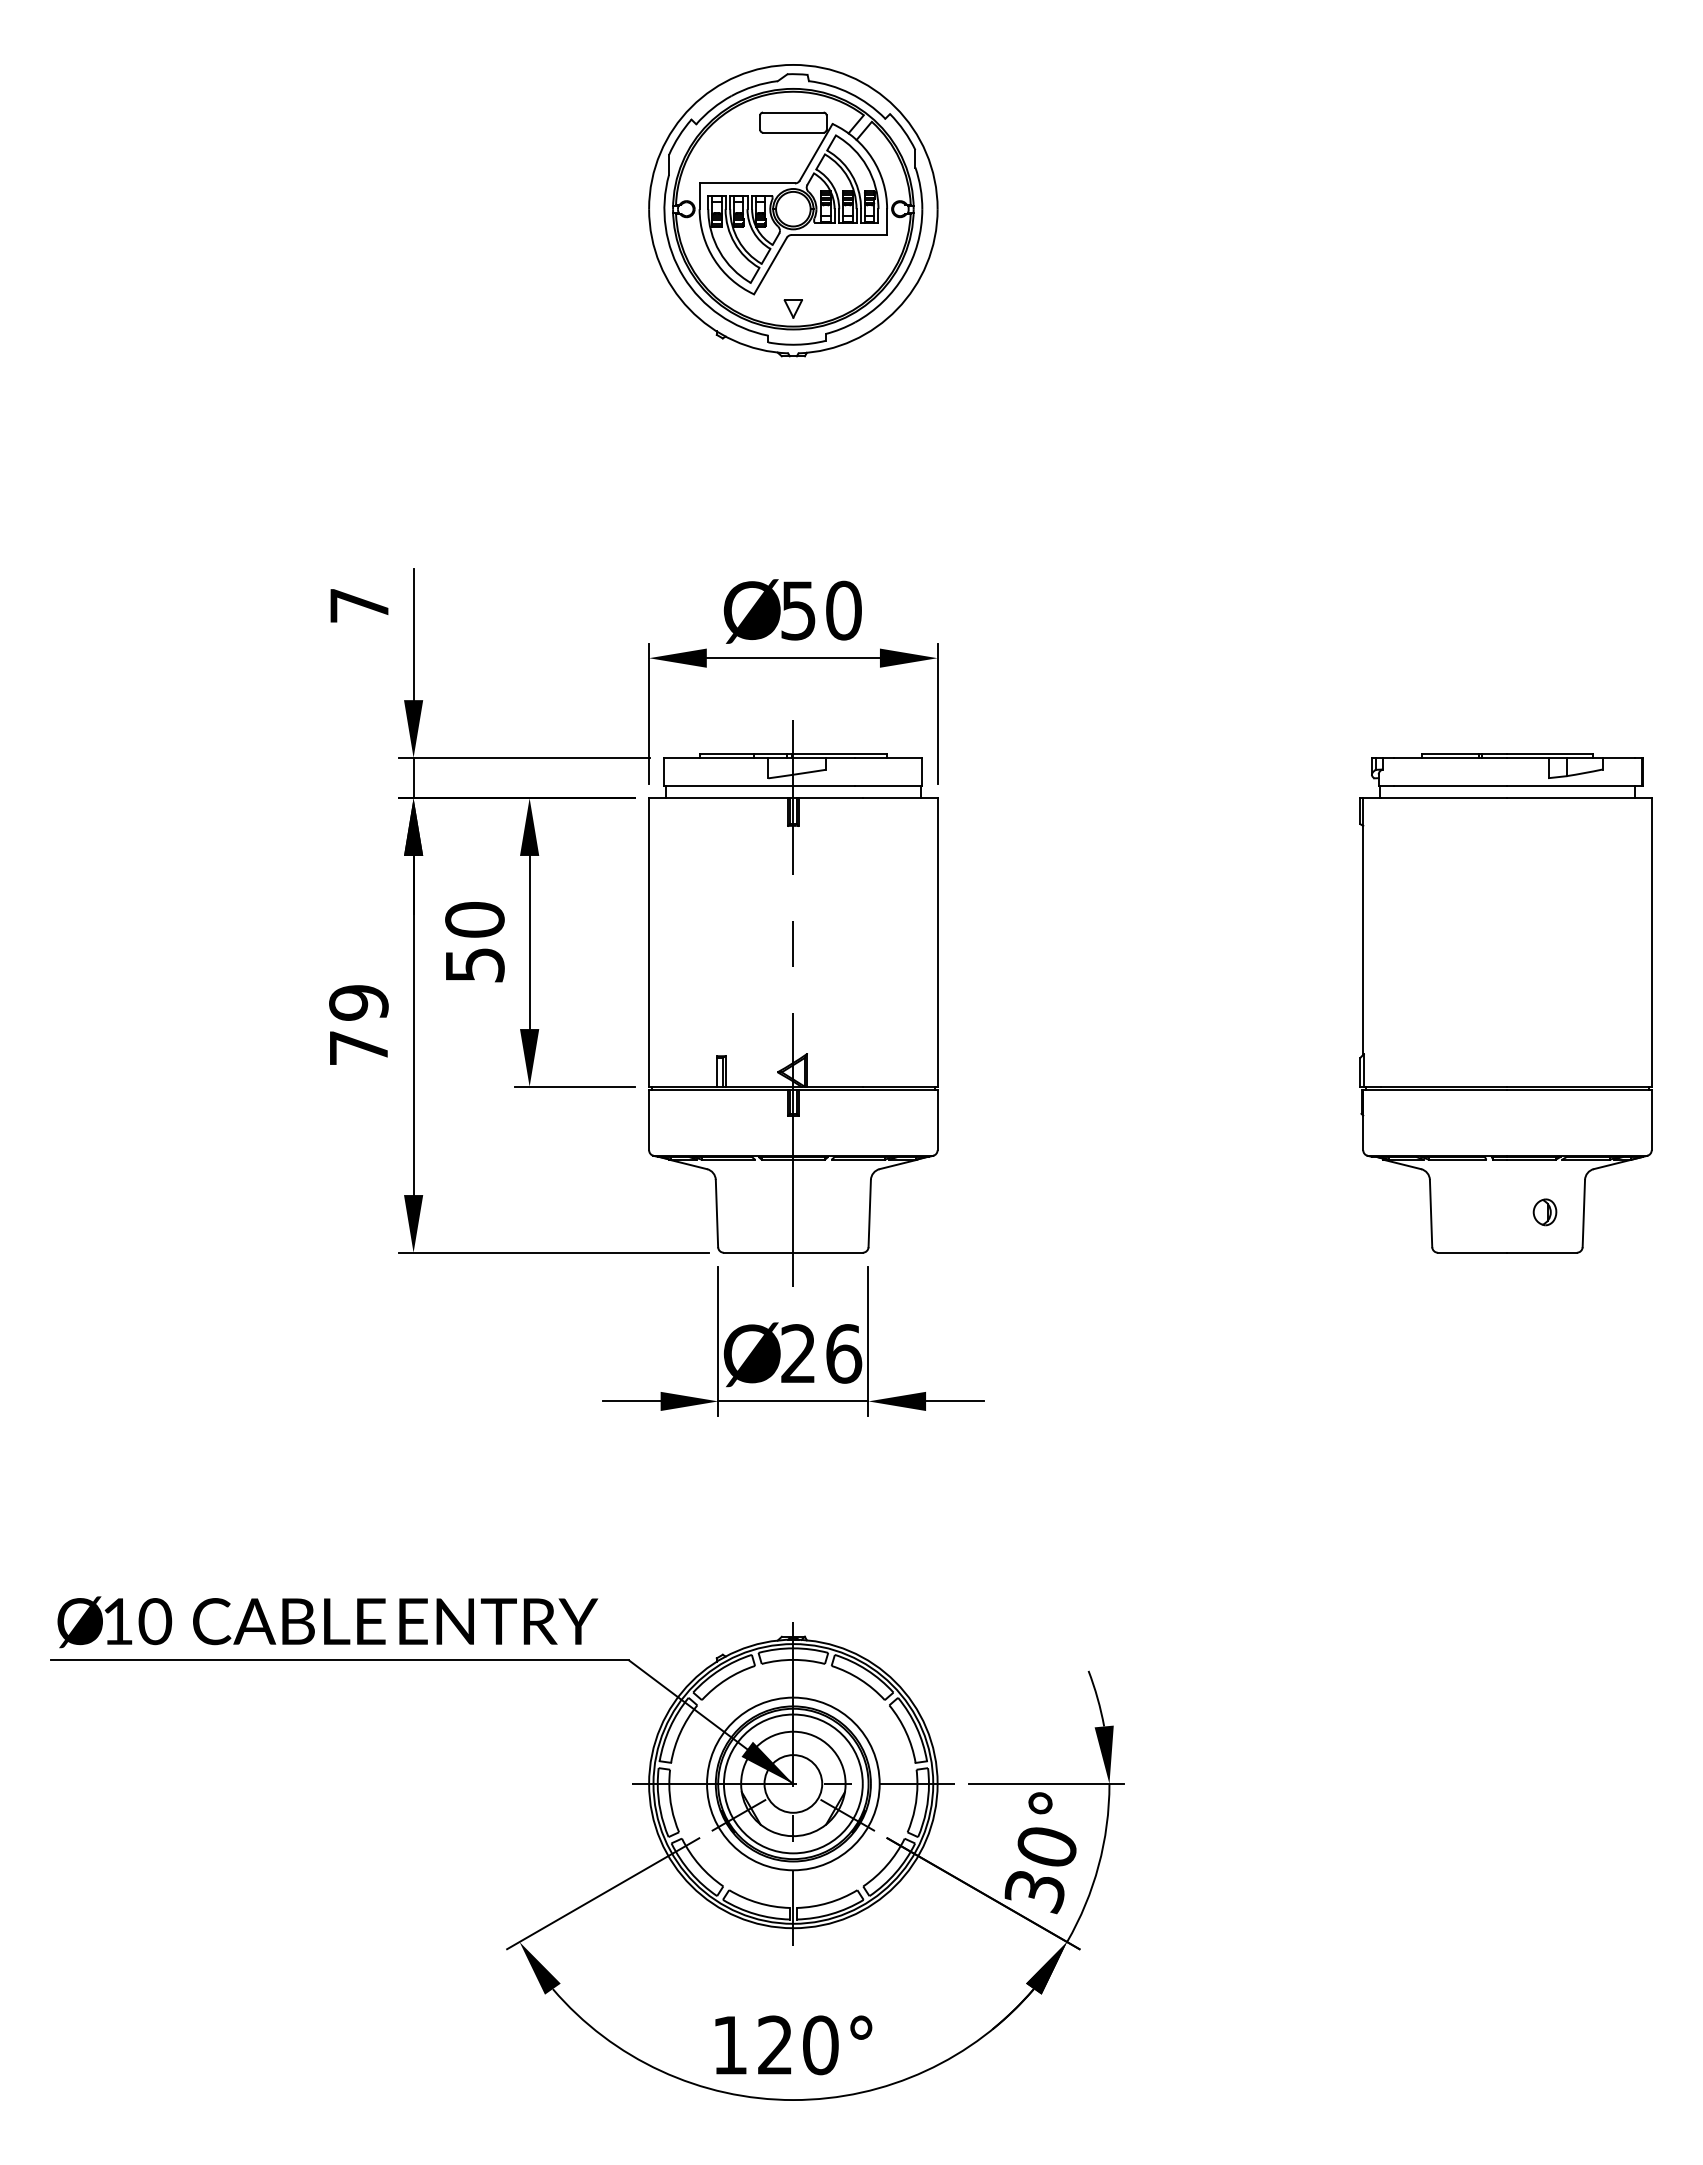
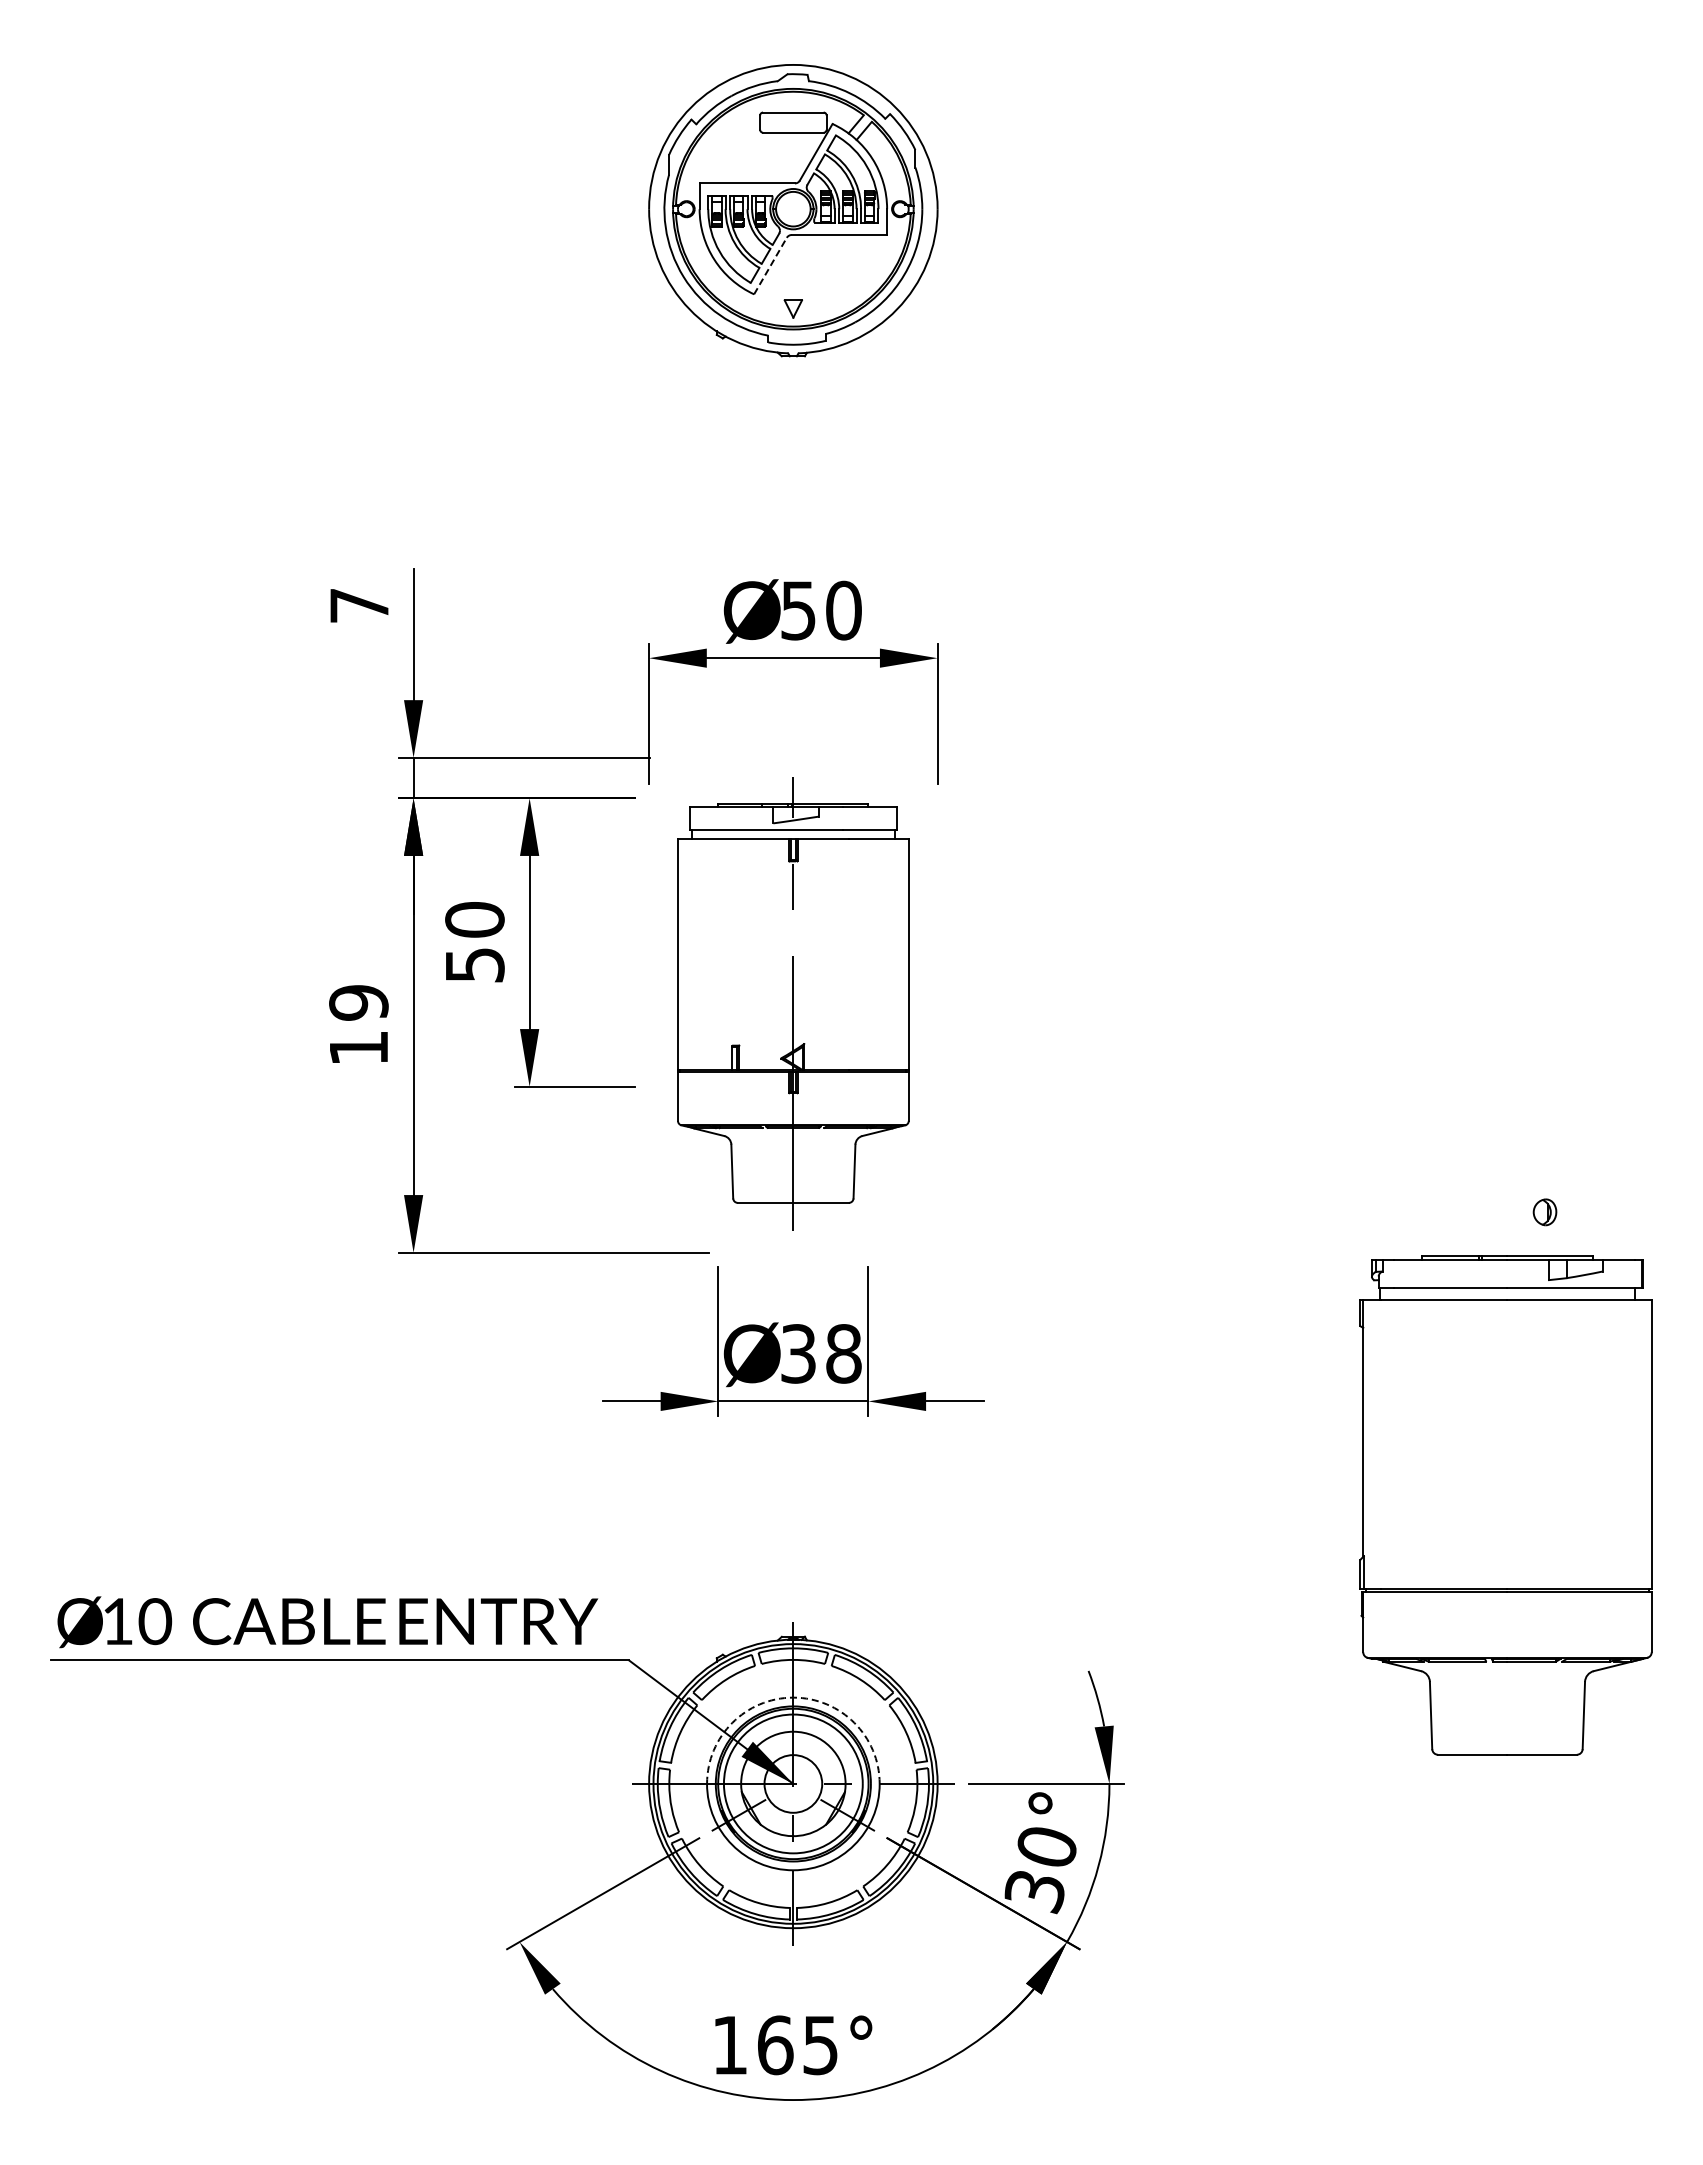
line at (770, 266): solid -> dashed
part at (793, 1003) size: 291x567 px -> 233x454 px
part at (1505, 1003) position: (1505, 1003) -> (1505, 1505)
text at (358, 1047): 79 -> 19
text at (821, 1353): 26 -> 38
arc at (793, 1697): solid -> dashed
text at (798, 2045): 120° -> 165°
